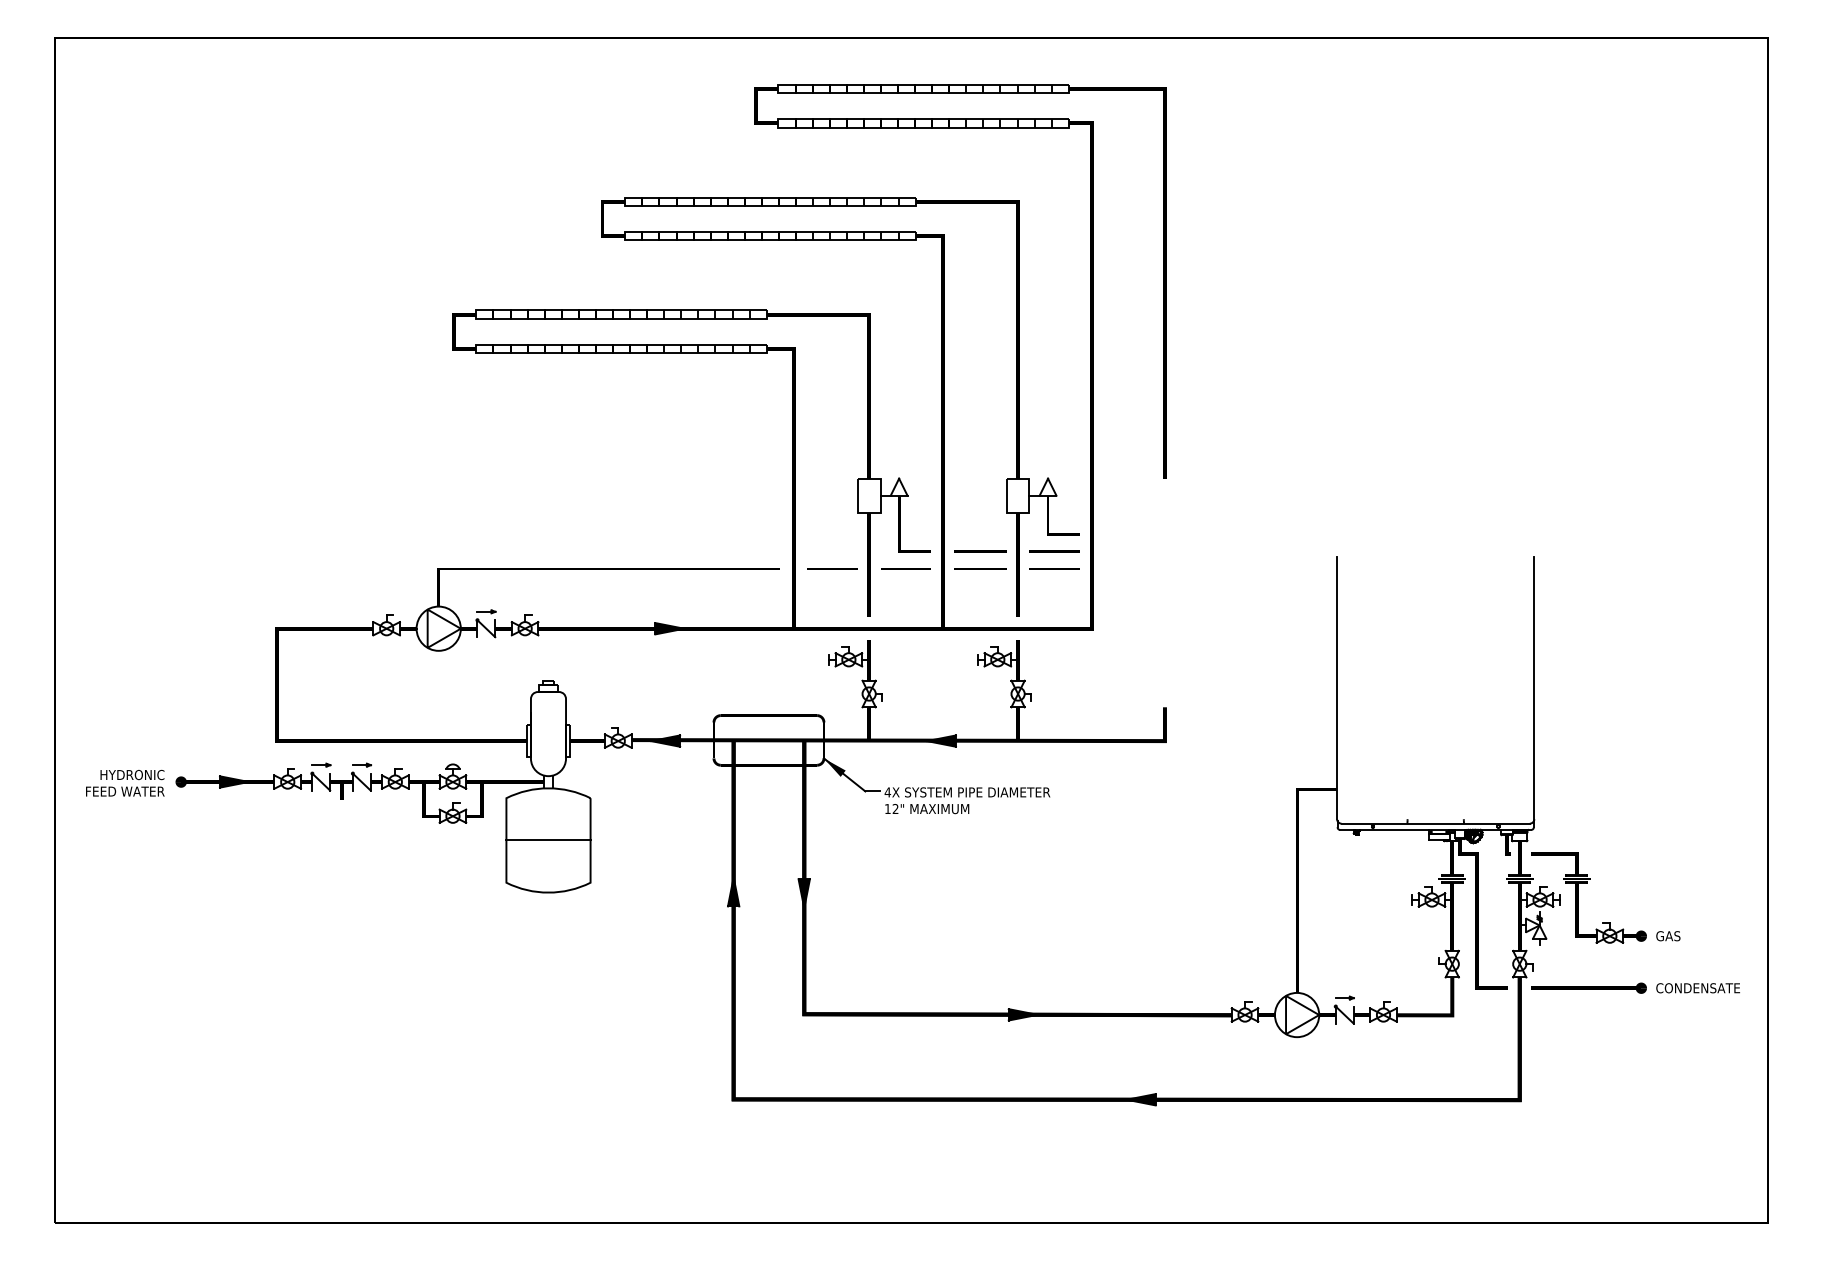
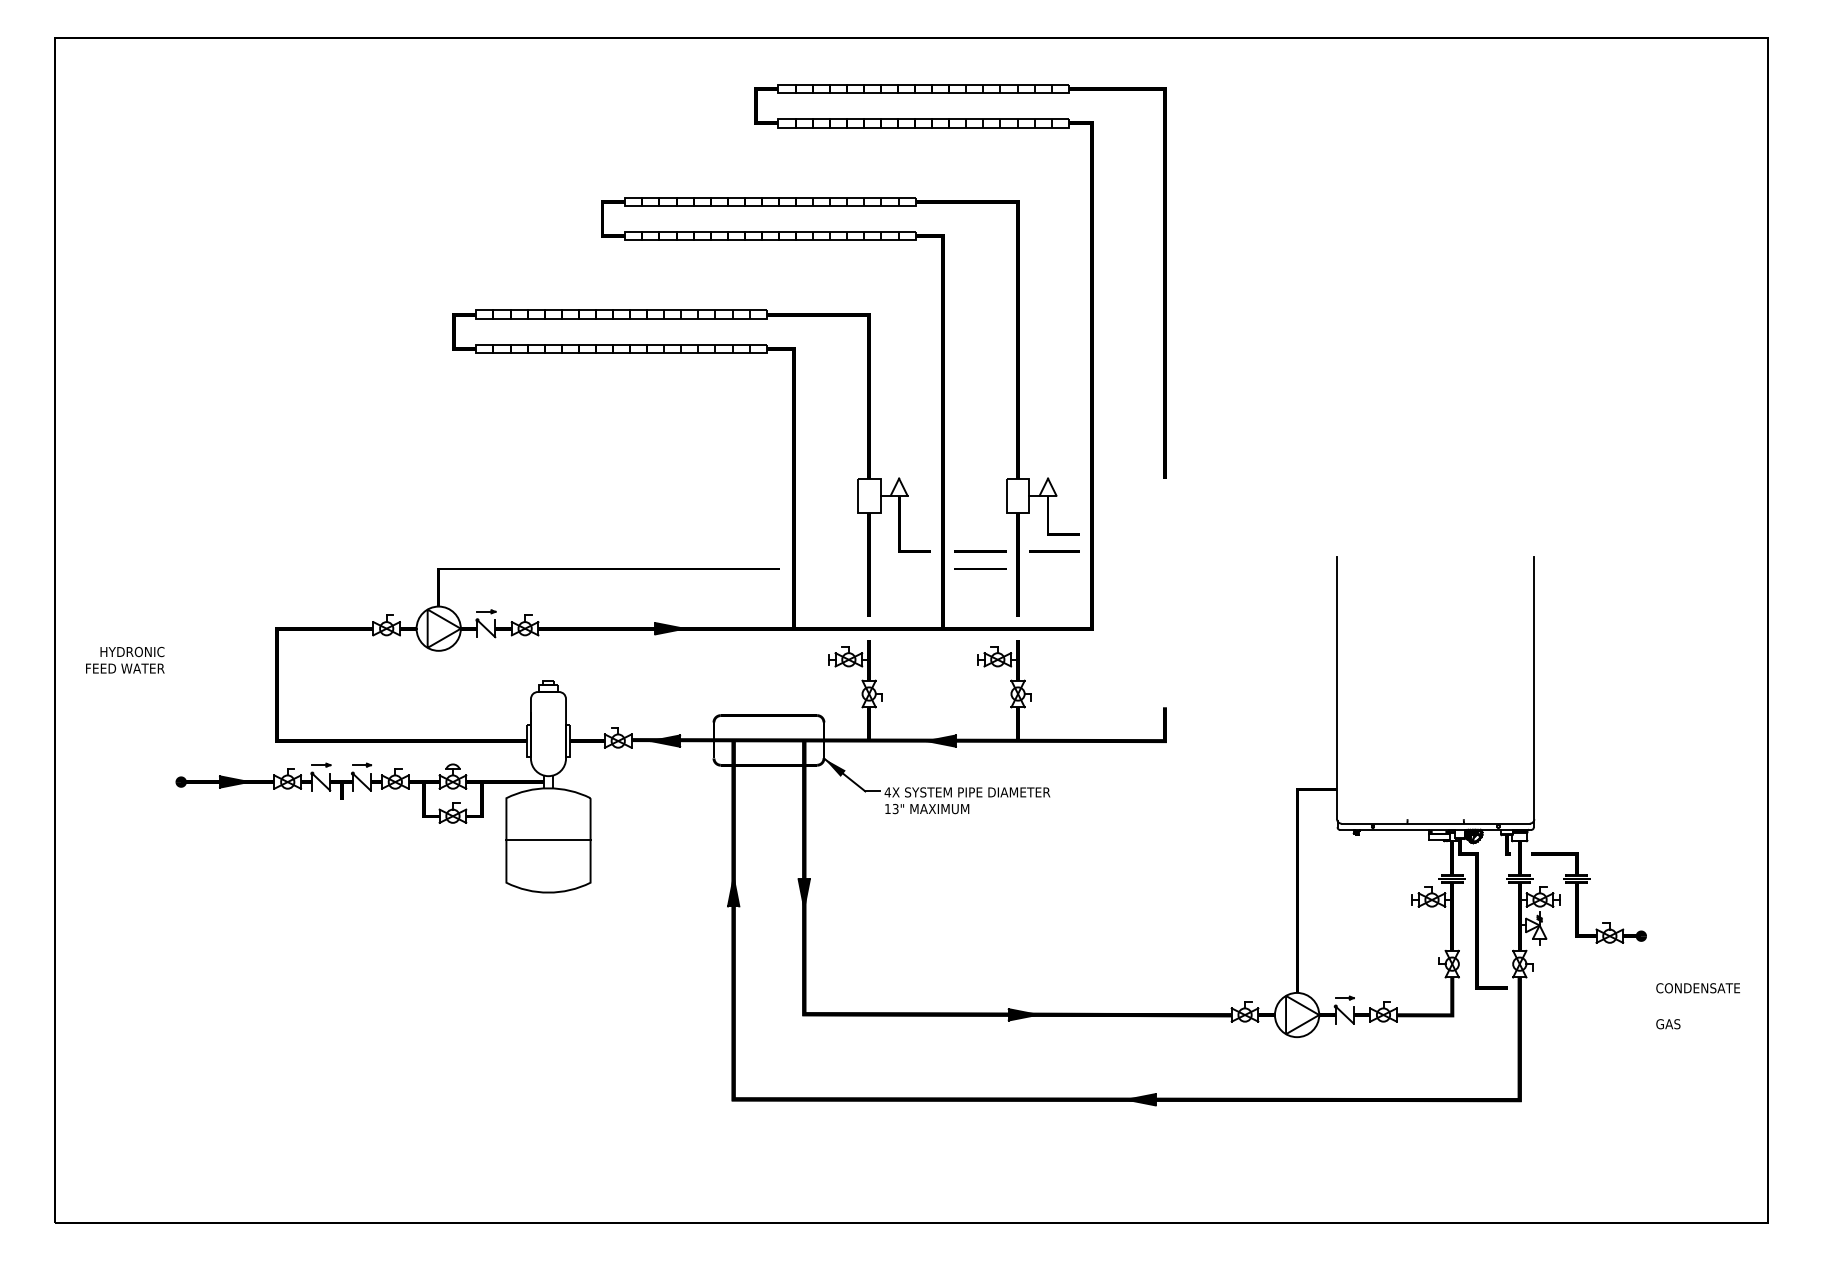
line at (832, 568): present -> none
line at (905, 568): present -> none
line at (1054, 568): present -> none
text at (125, 782) position: (125, 782) -> (125, 659)
text at (895, 809): 12" -> 13"
text at (1668, 936) position: (1668, 936) -> (1668, 1024)
part at (1588, 987): present -> none
